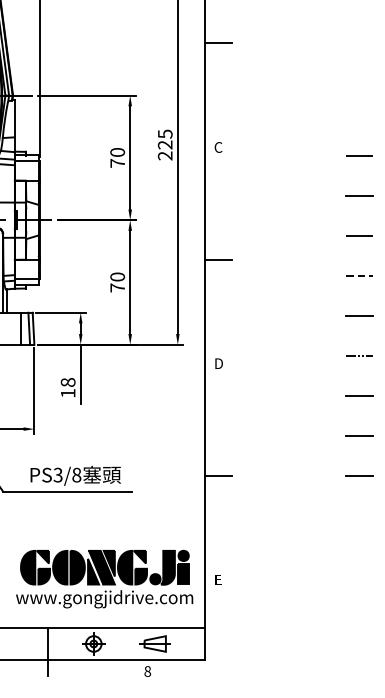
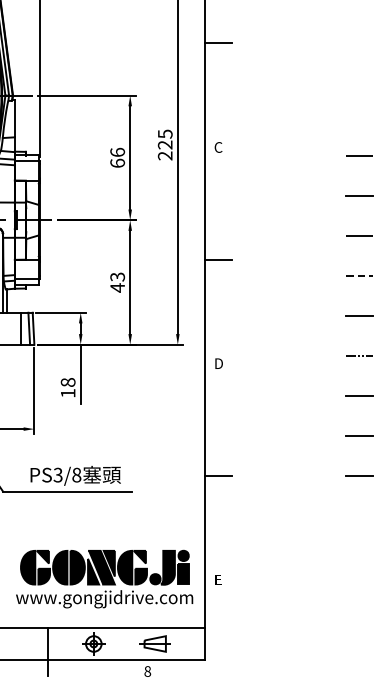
text at (117, 157): 70 -> 66
text at (117, 282): 70 -> 43
